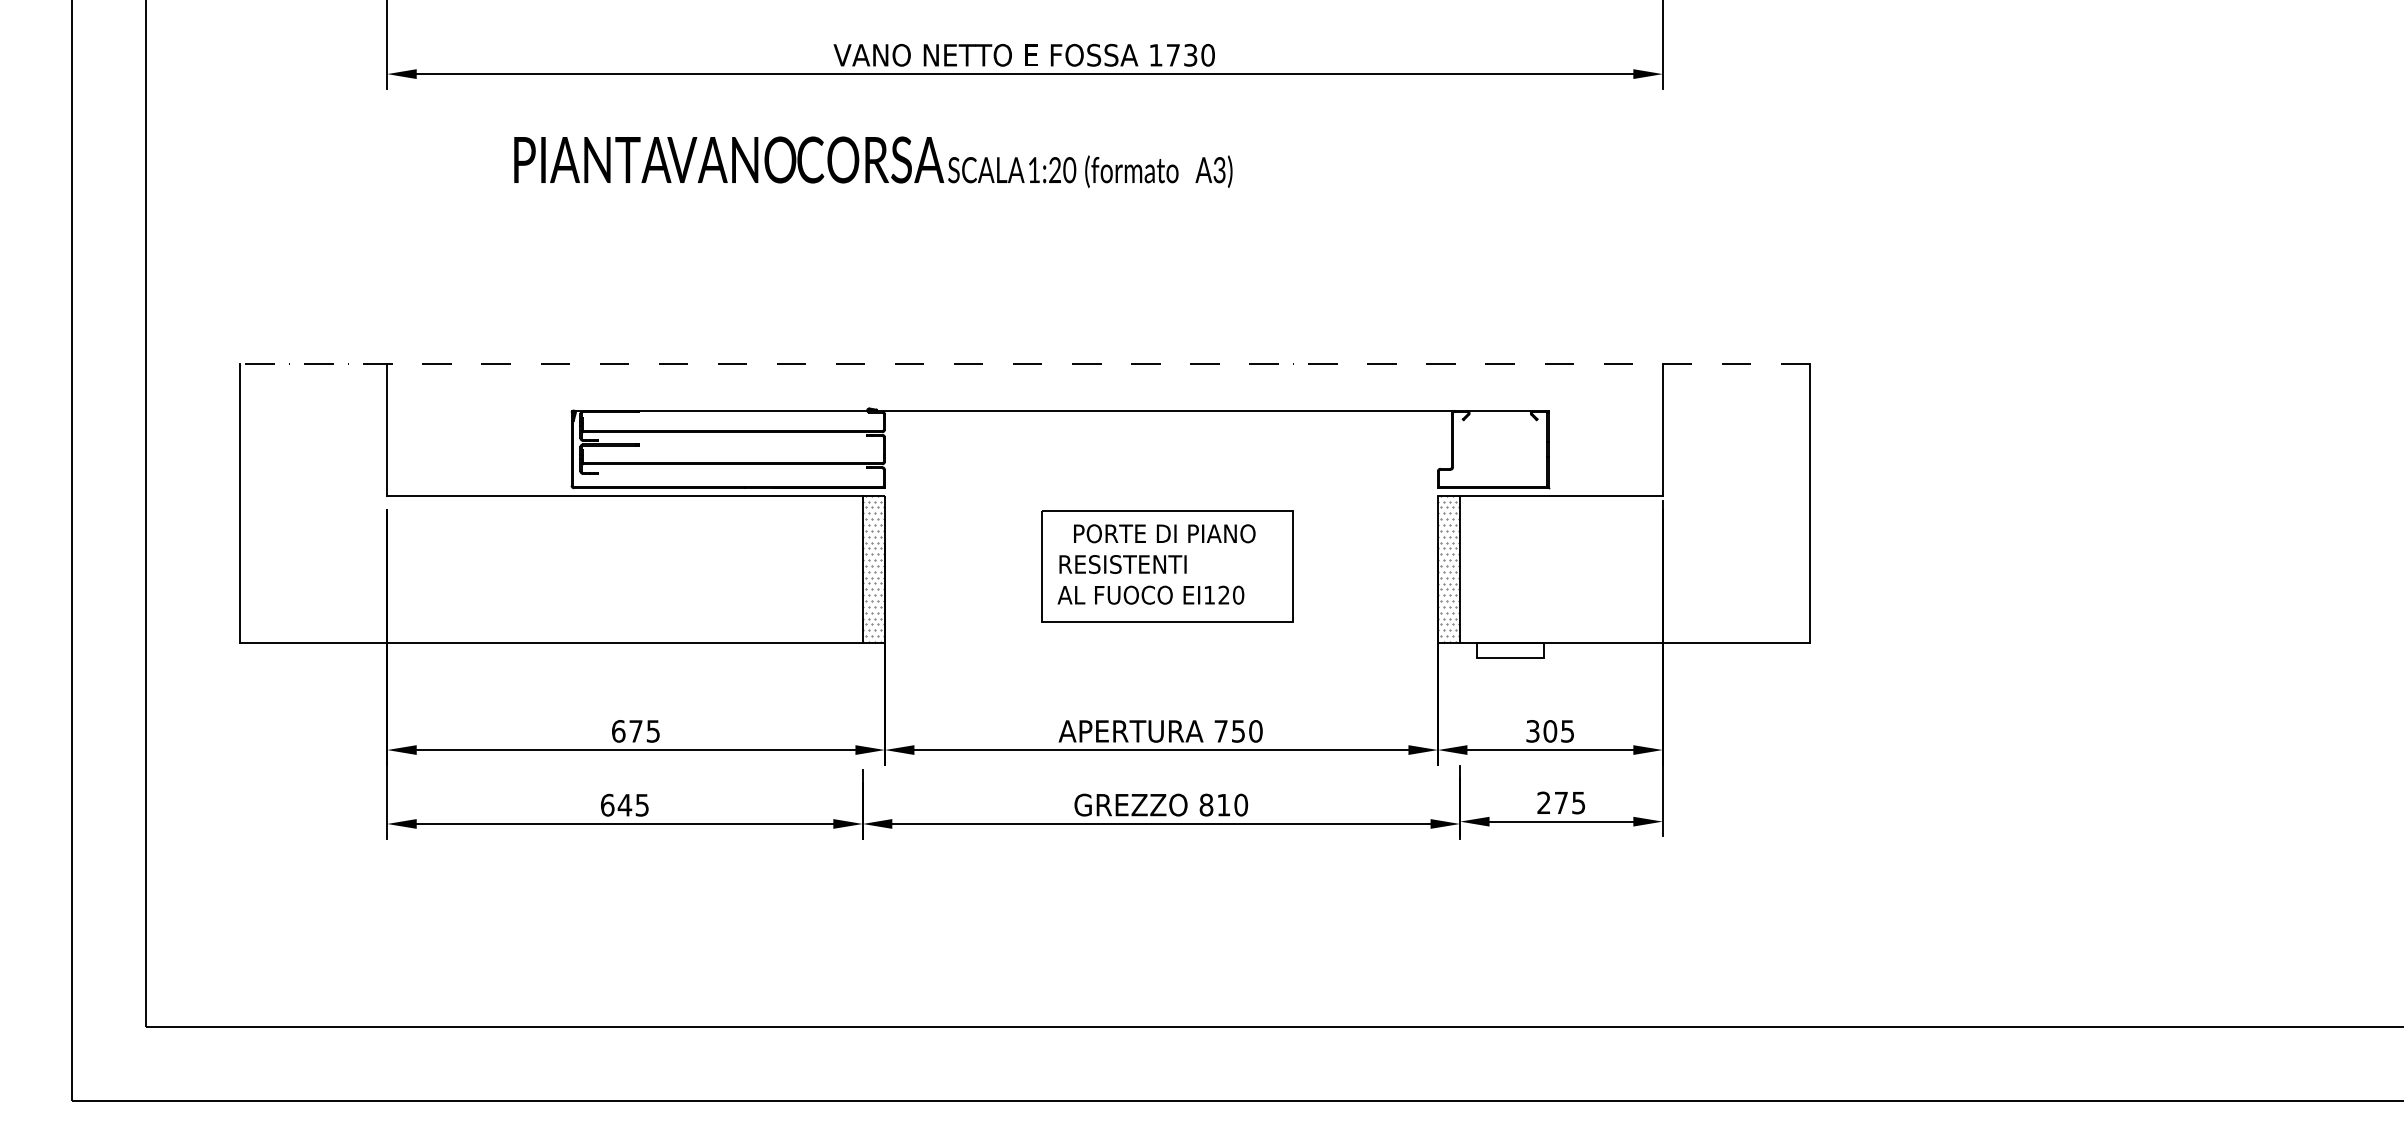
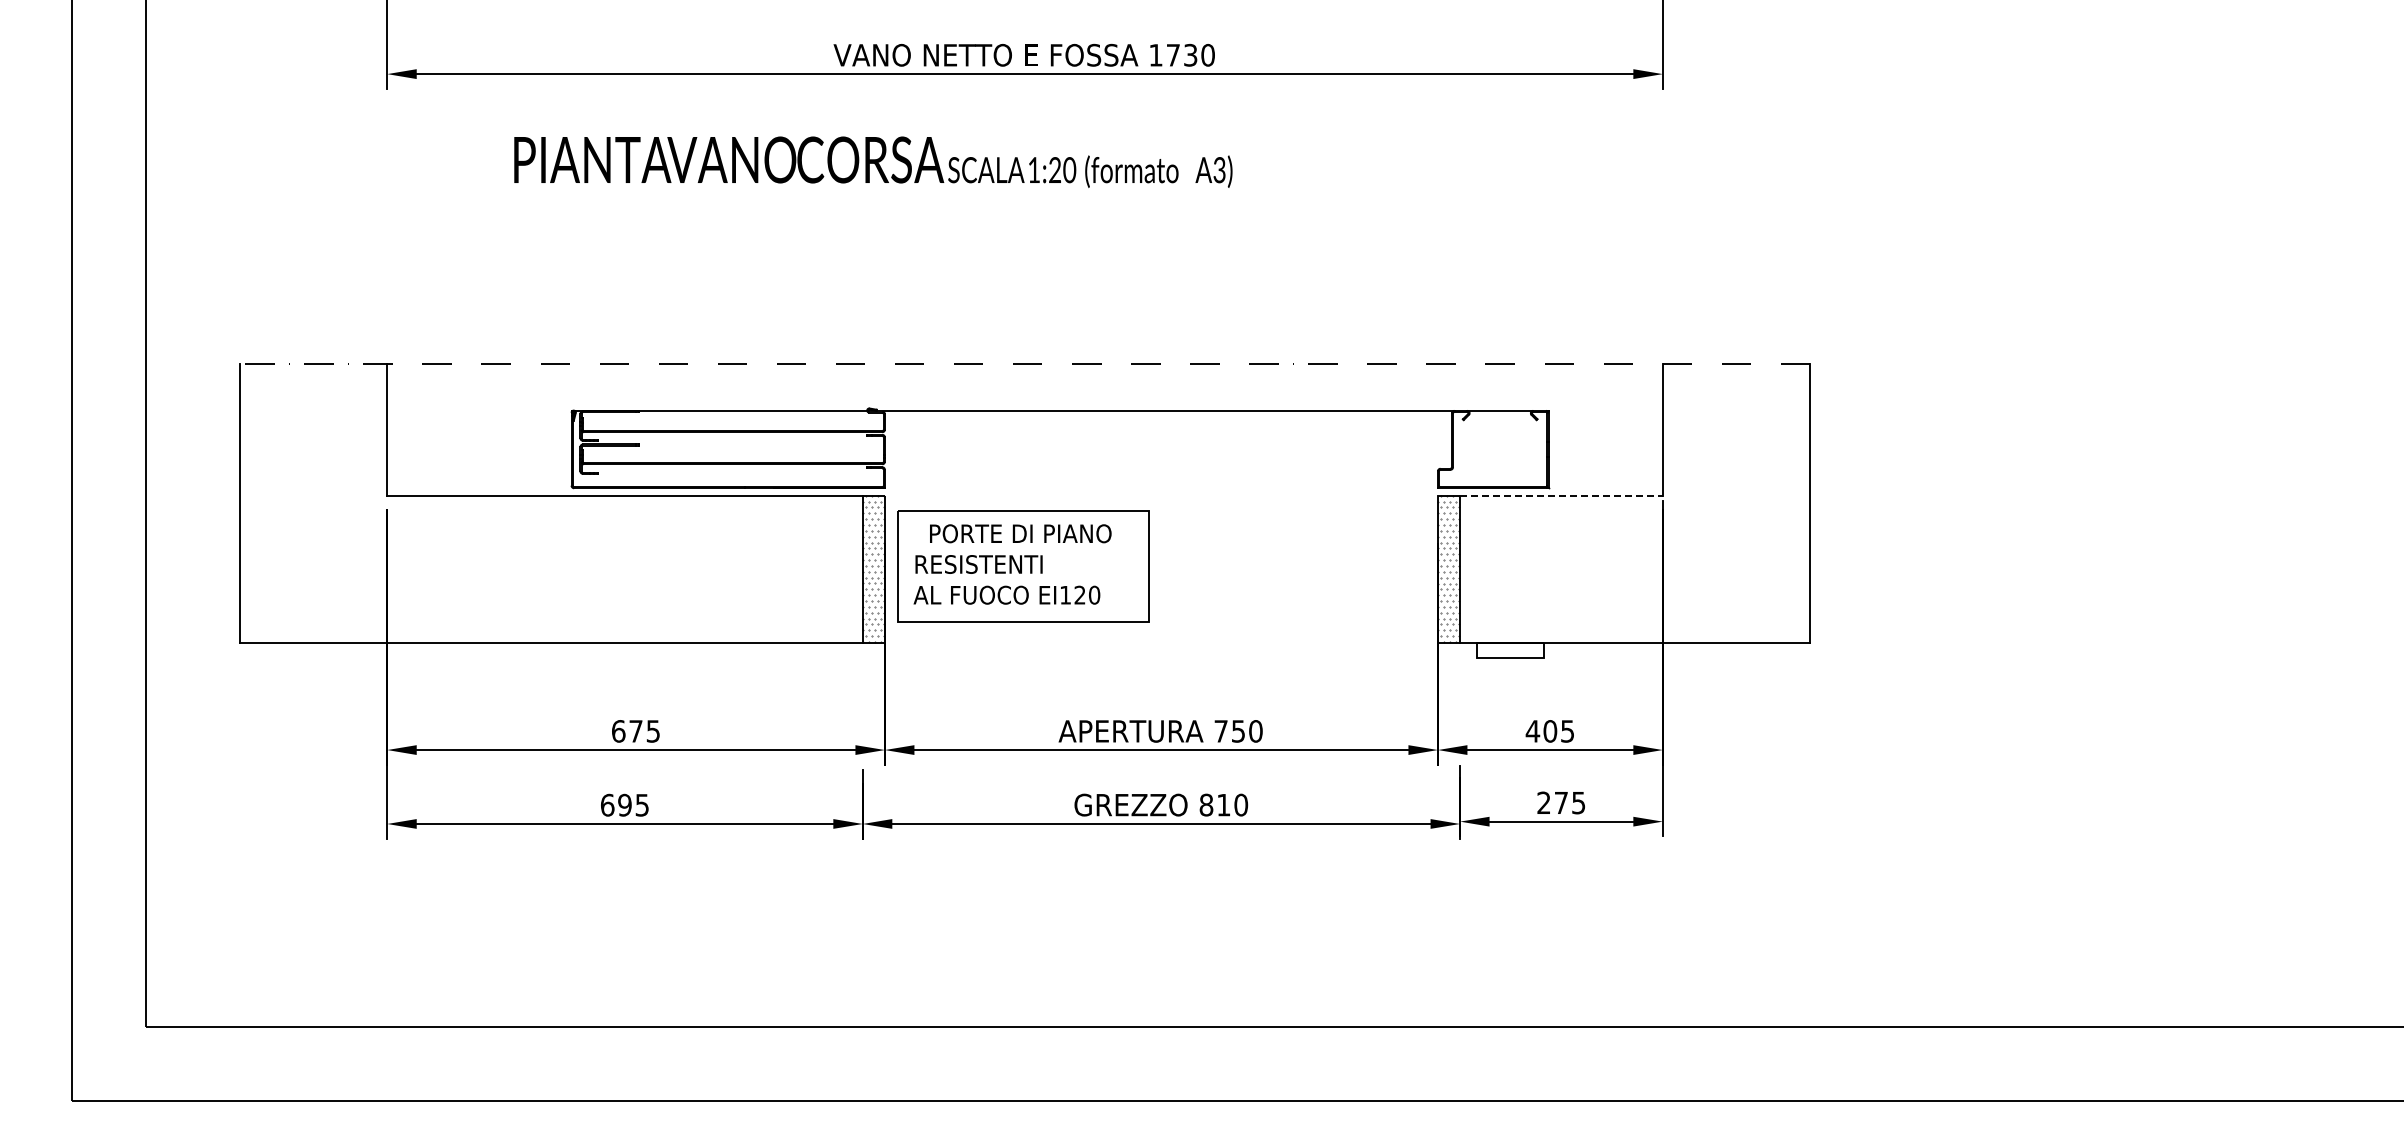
line at (1561, 495): solid -> dashed
part at (1167, 566) position: (1167, 566) -> (1023, 566)
text at (1532, 731): 305 -> 405
text at (624, 804): 645 -> 695
